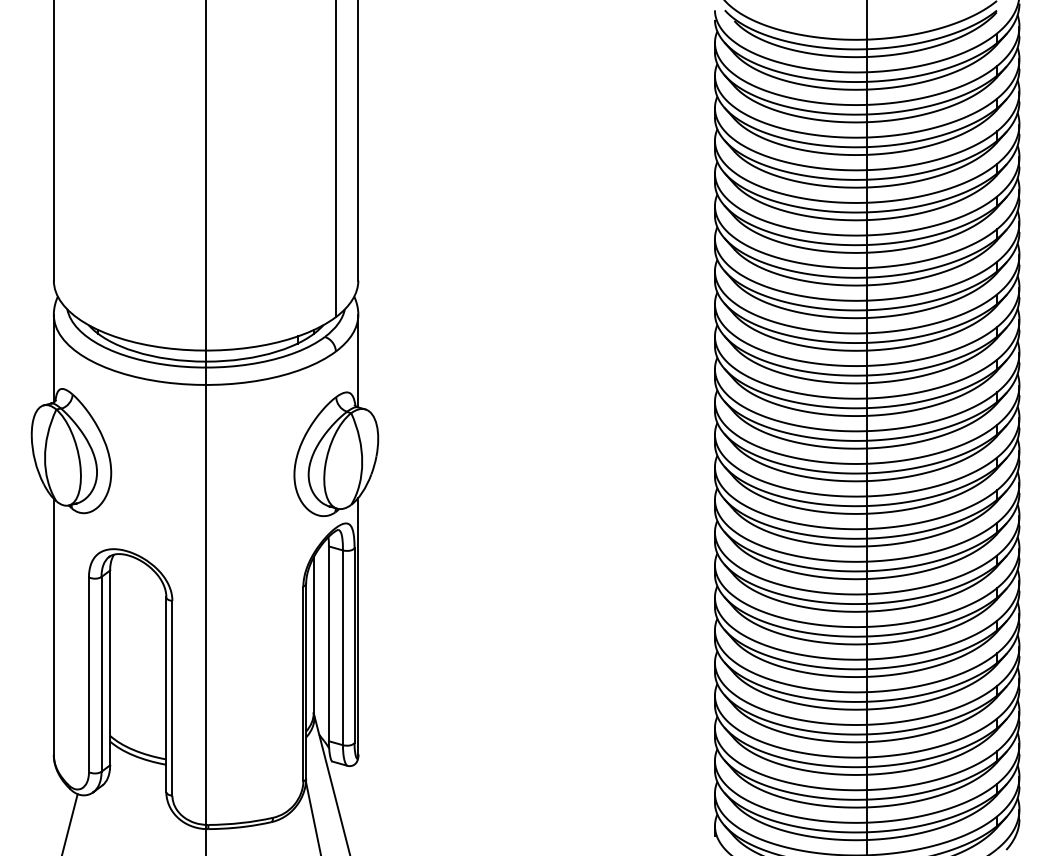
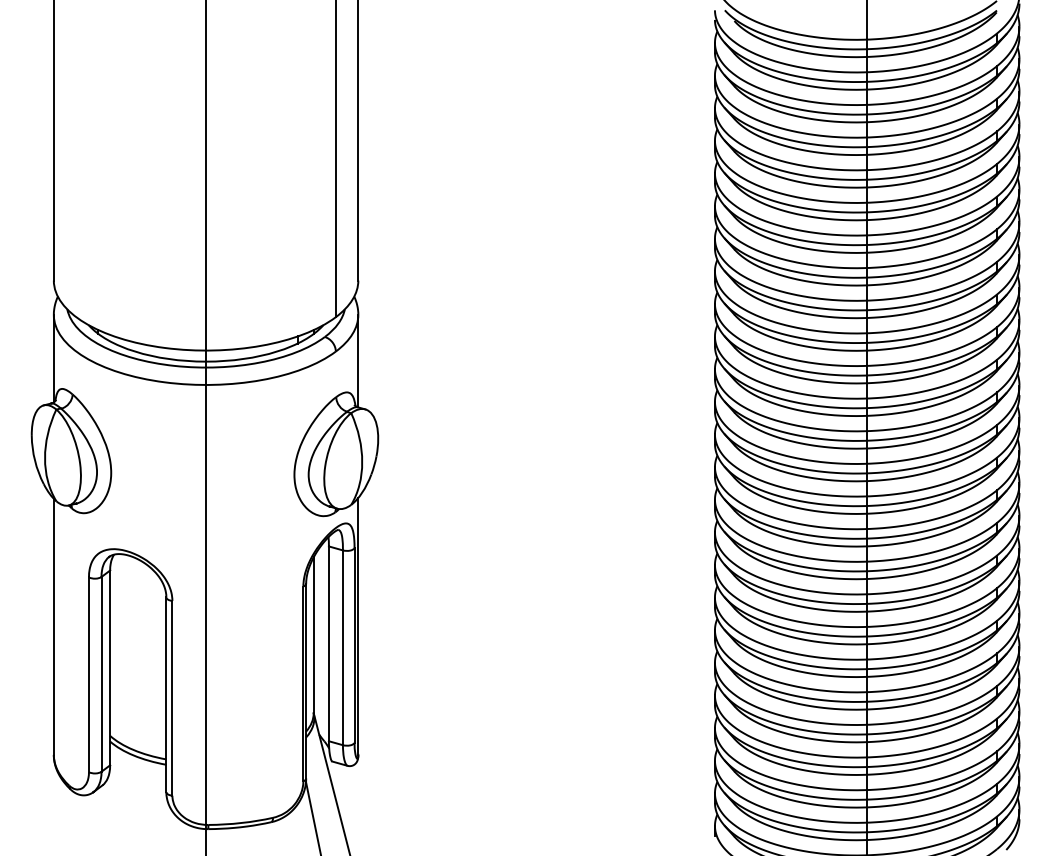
line at (69, 823): present -> none
